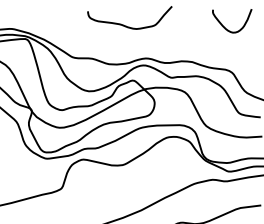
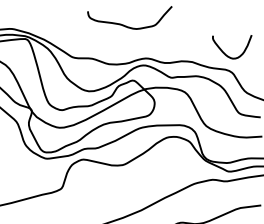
curve at (228, 29) position: (228, 29) -> (228, 55)
